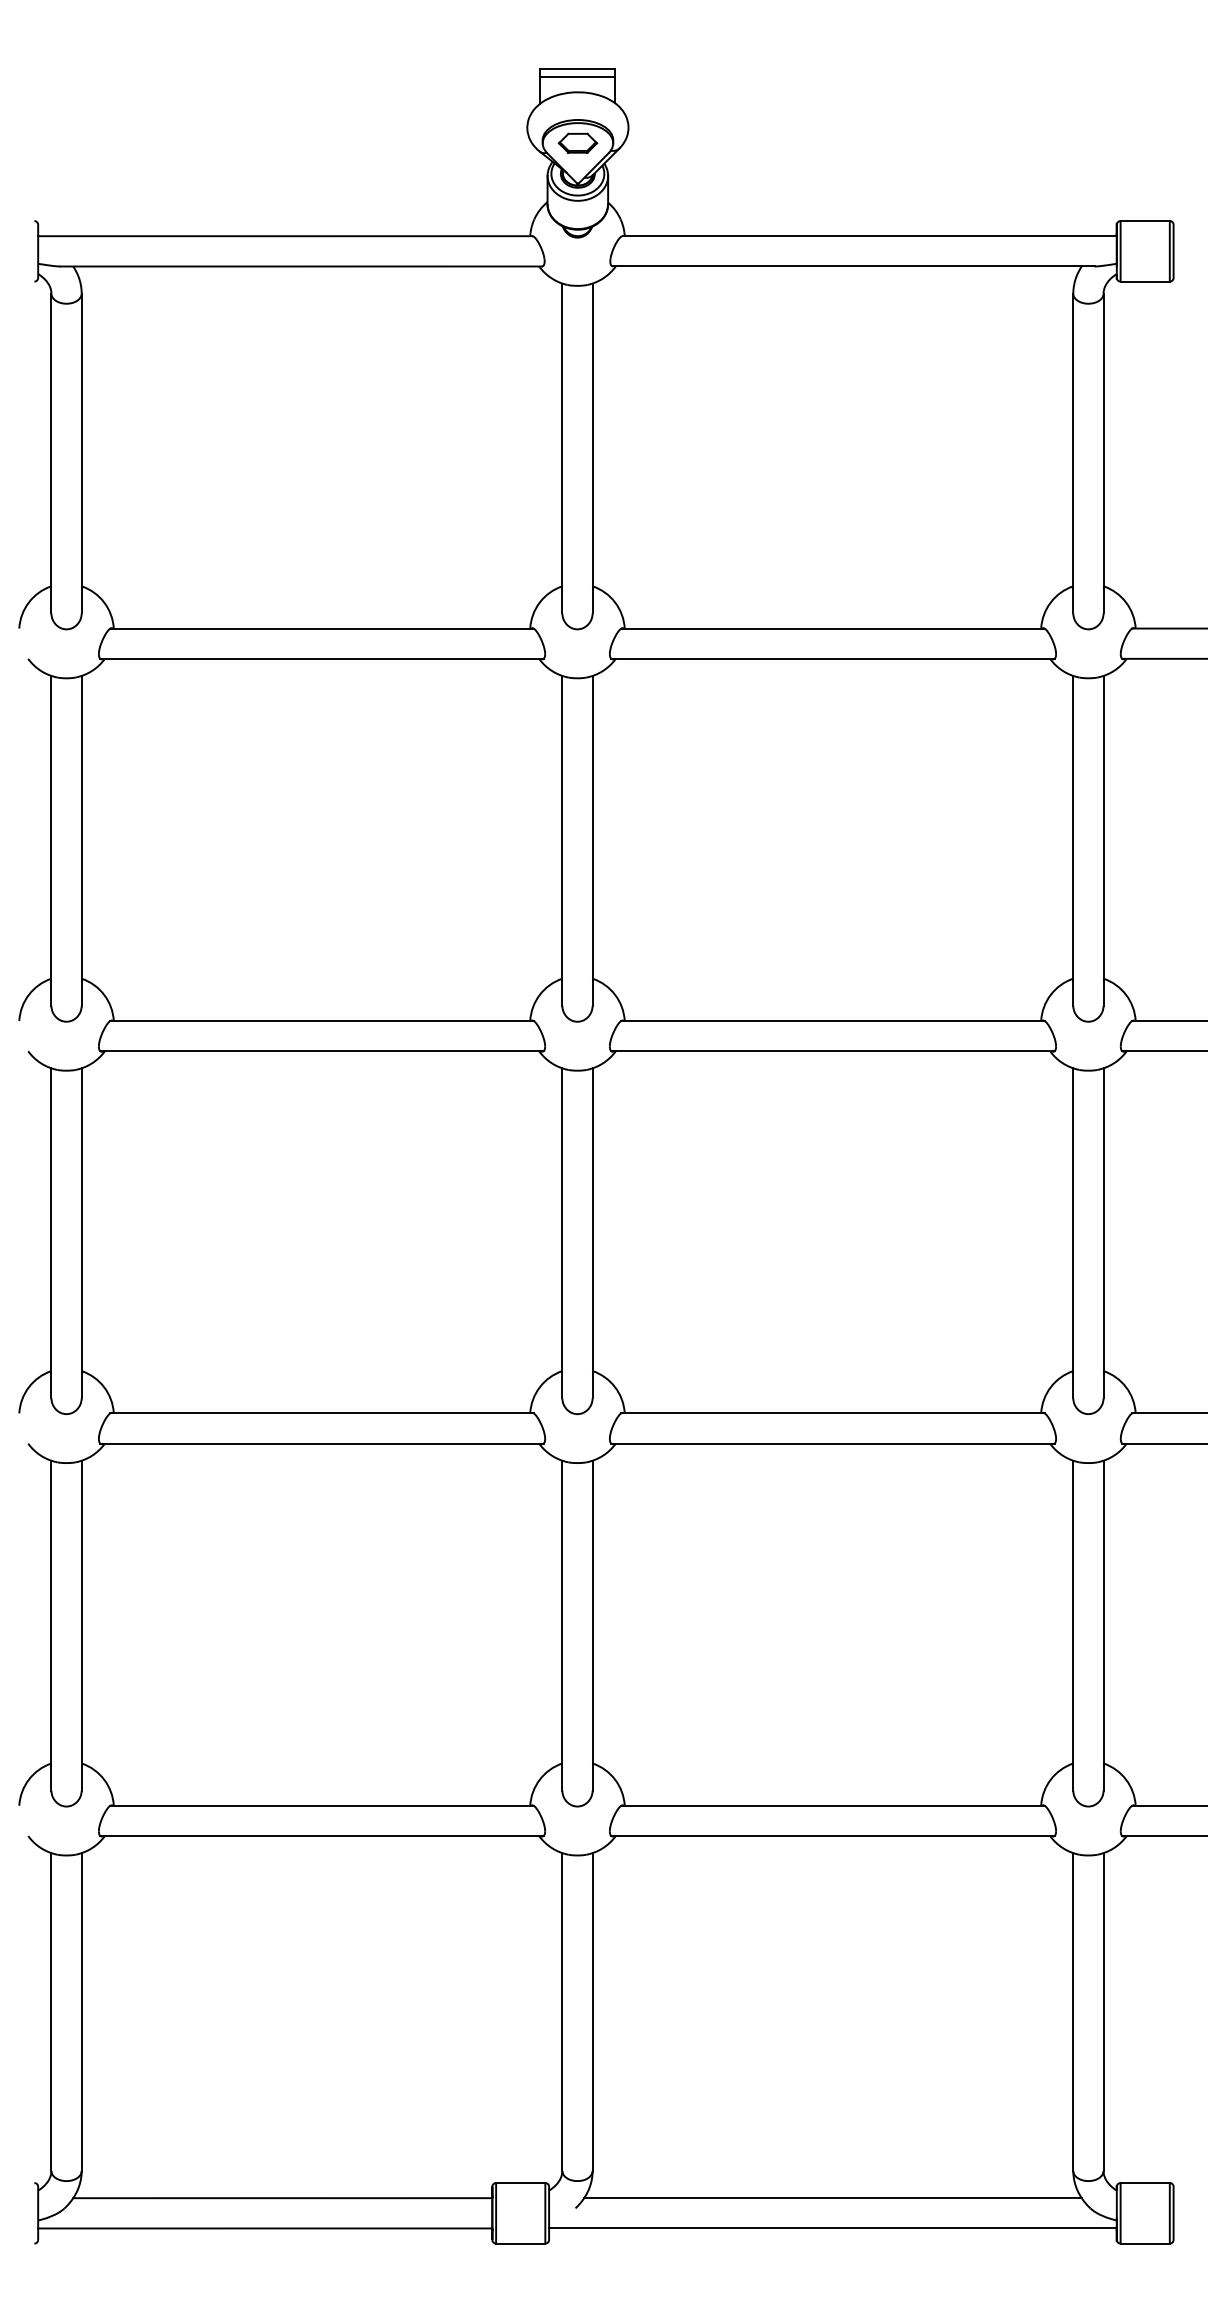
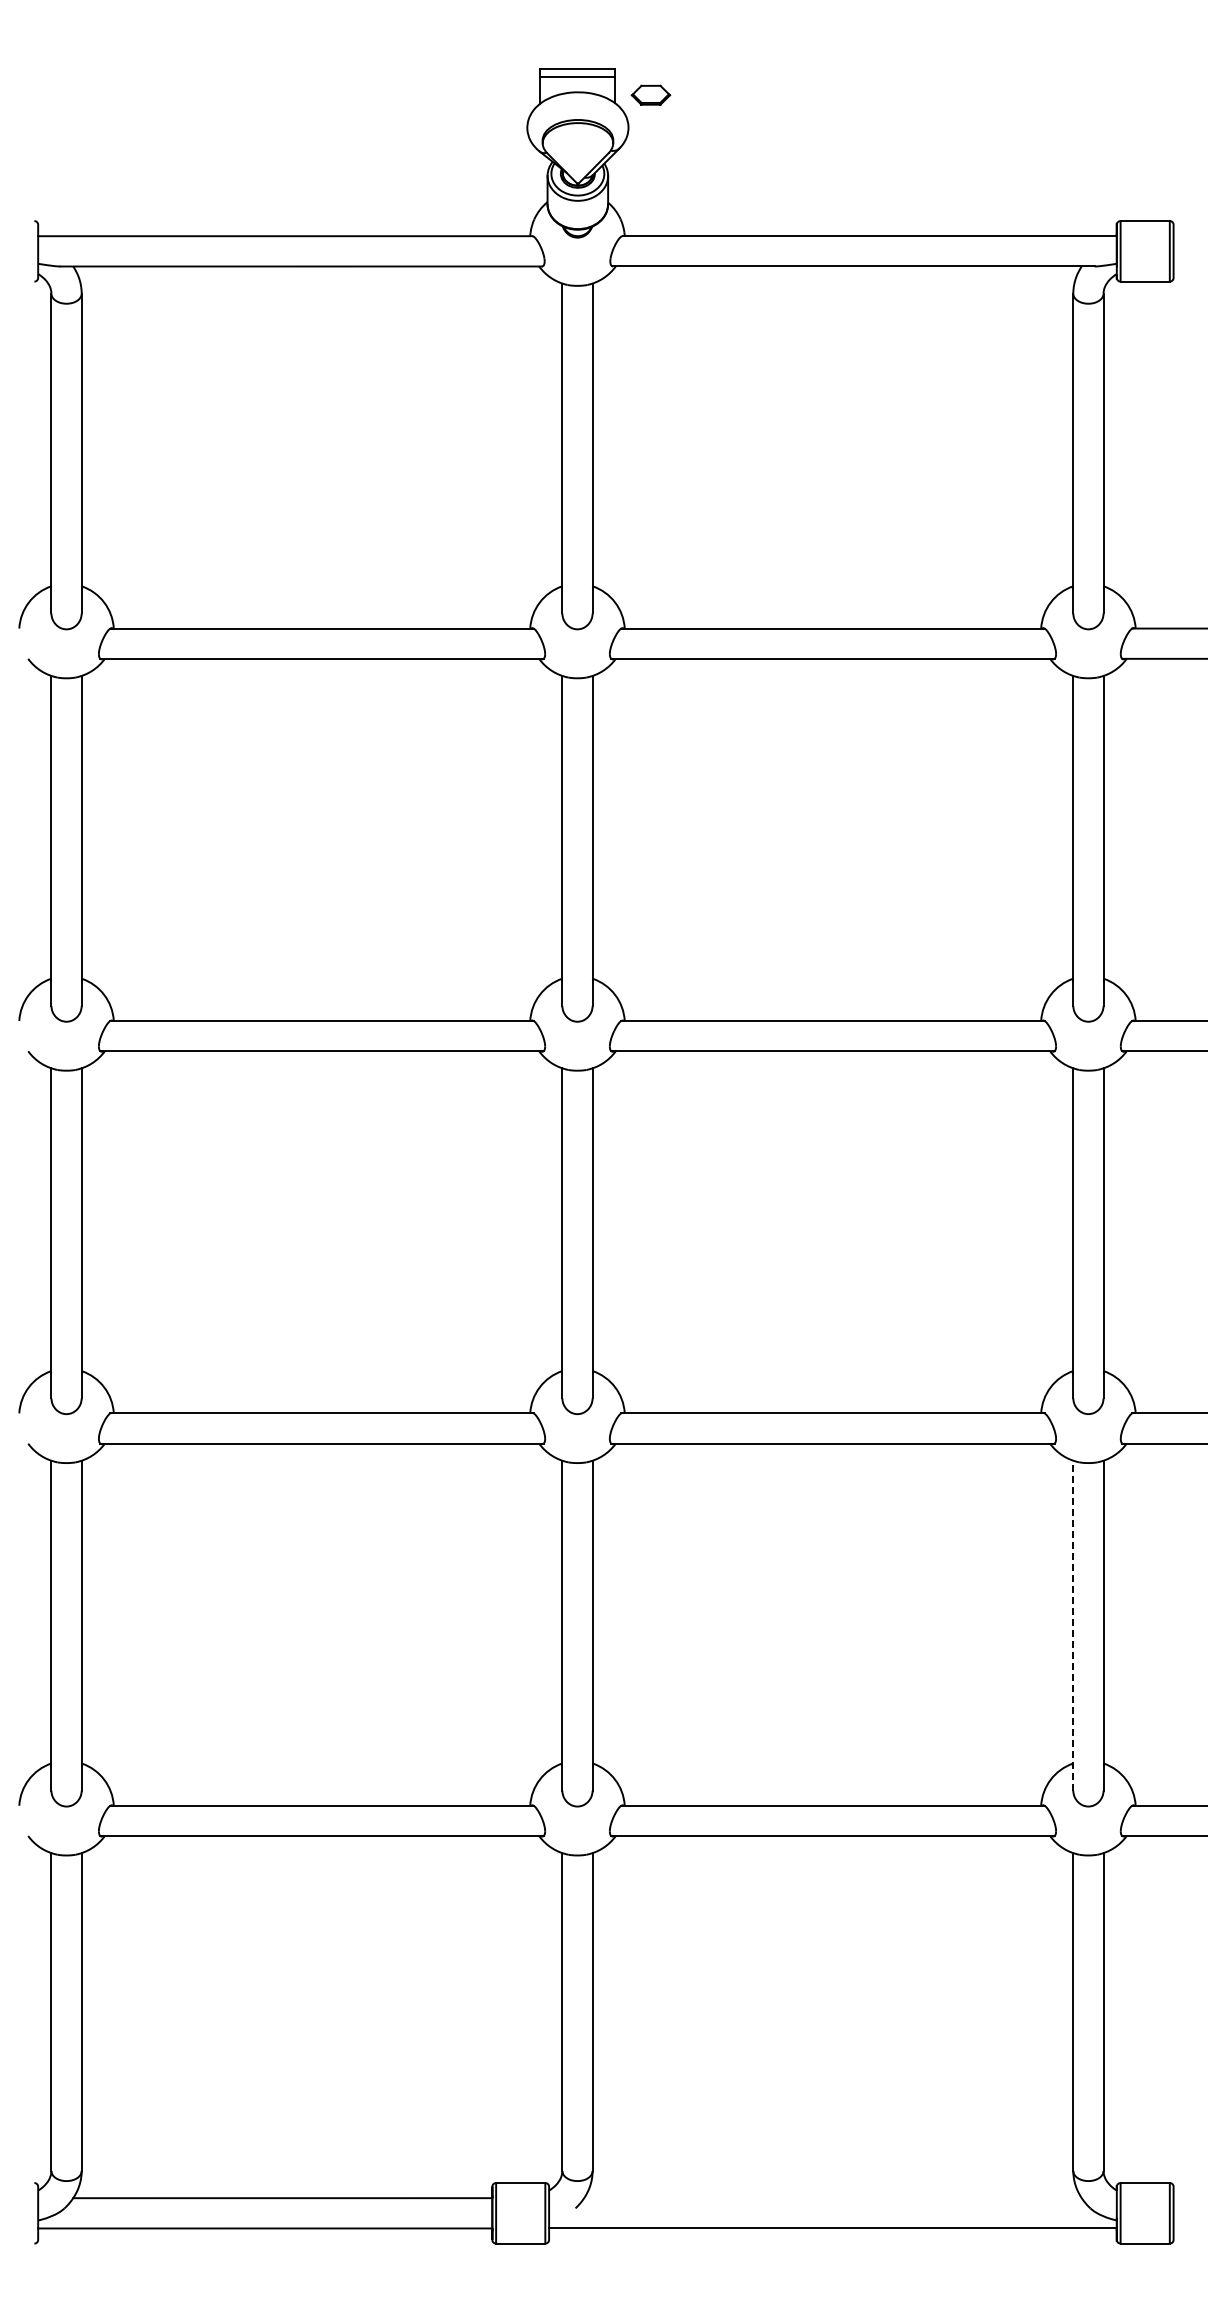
part at (577, 142) position: (577, 142) -> (650, 94)
line at (1073, 1625): solid -> dashed
line at (832, 2198): present -> none
